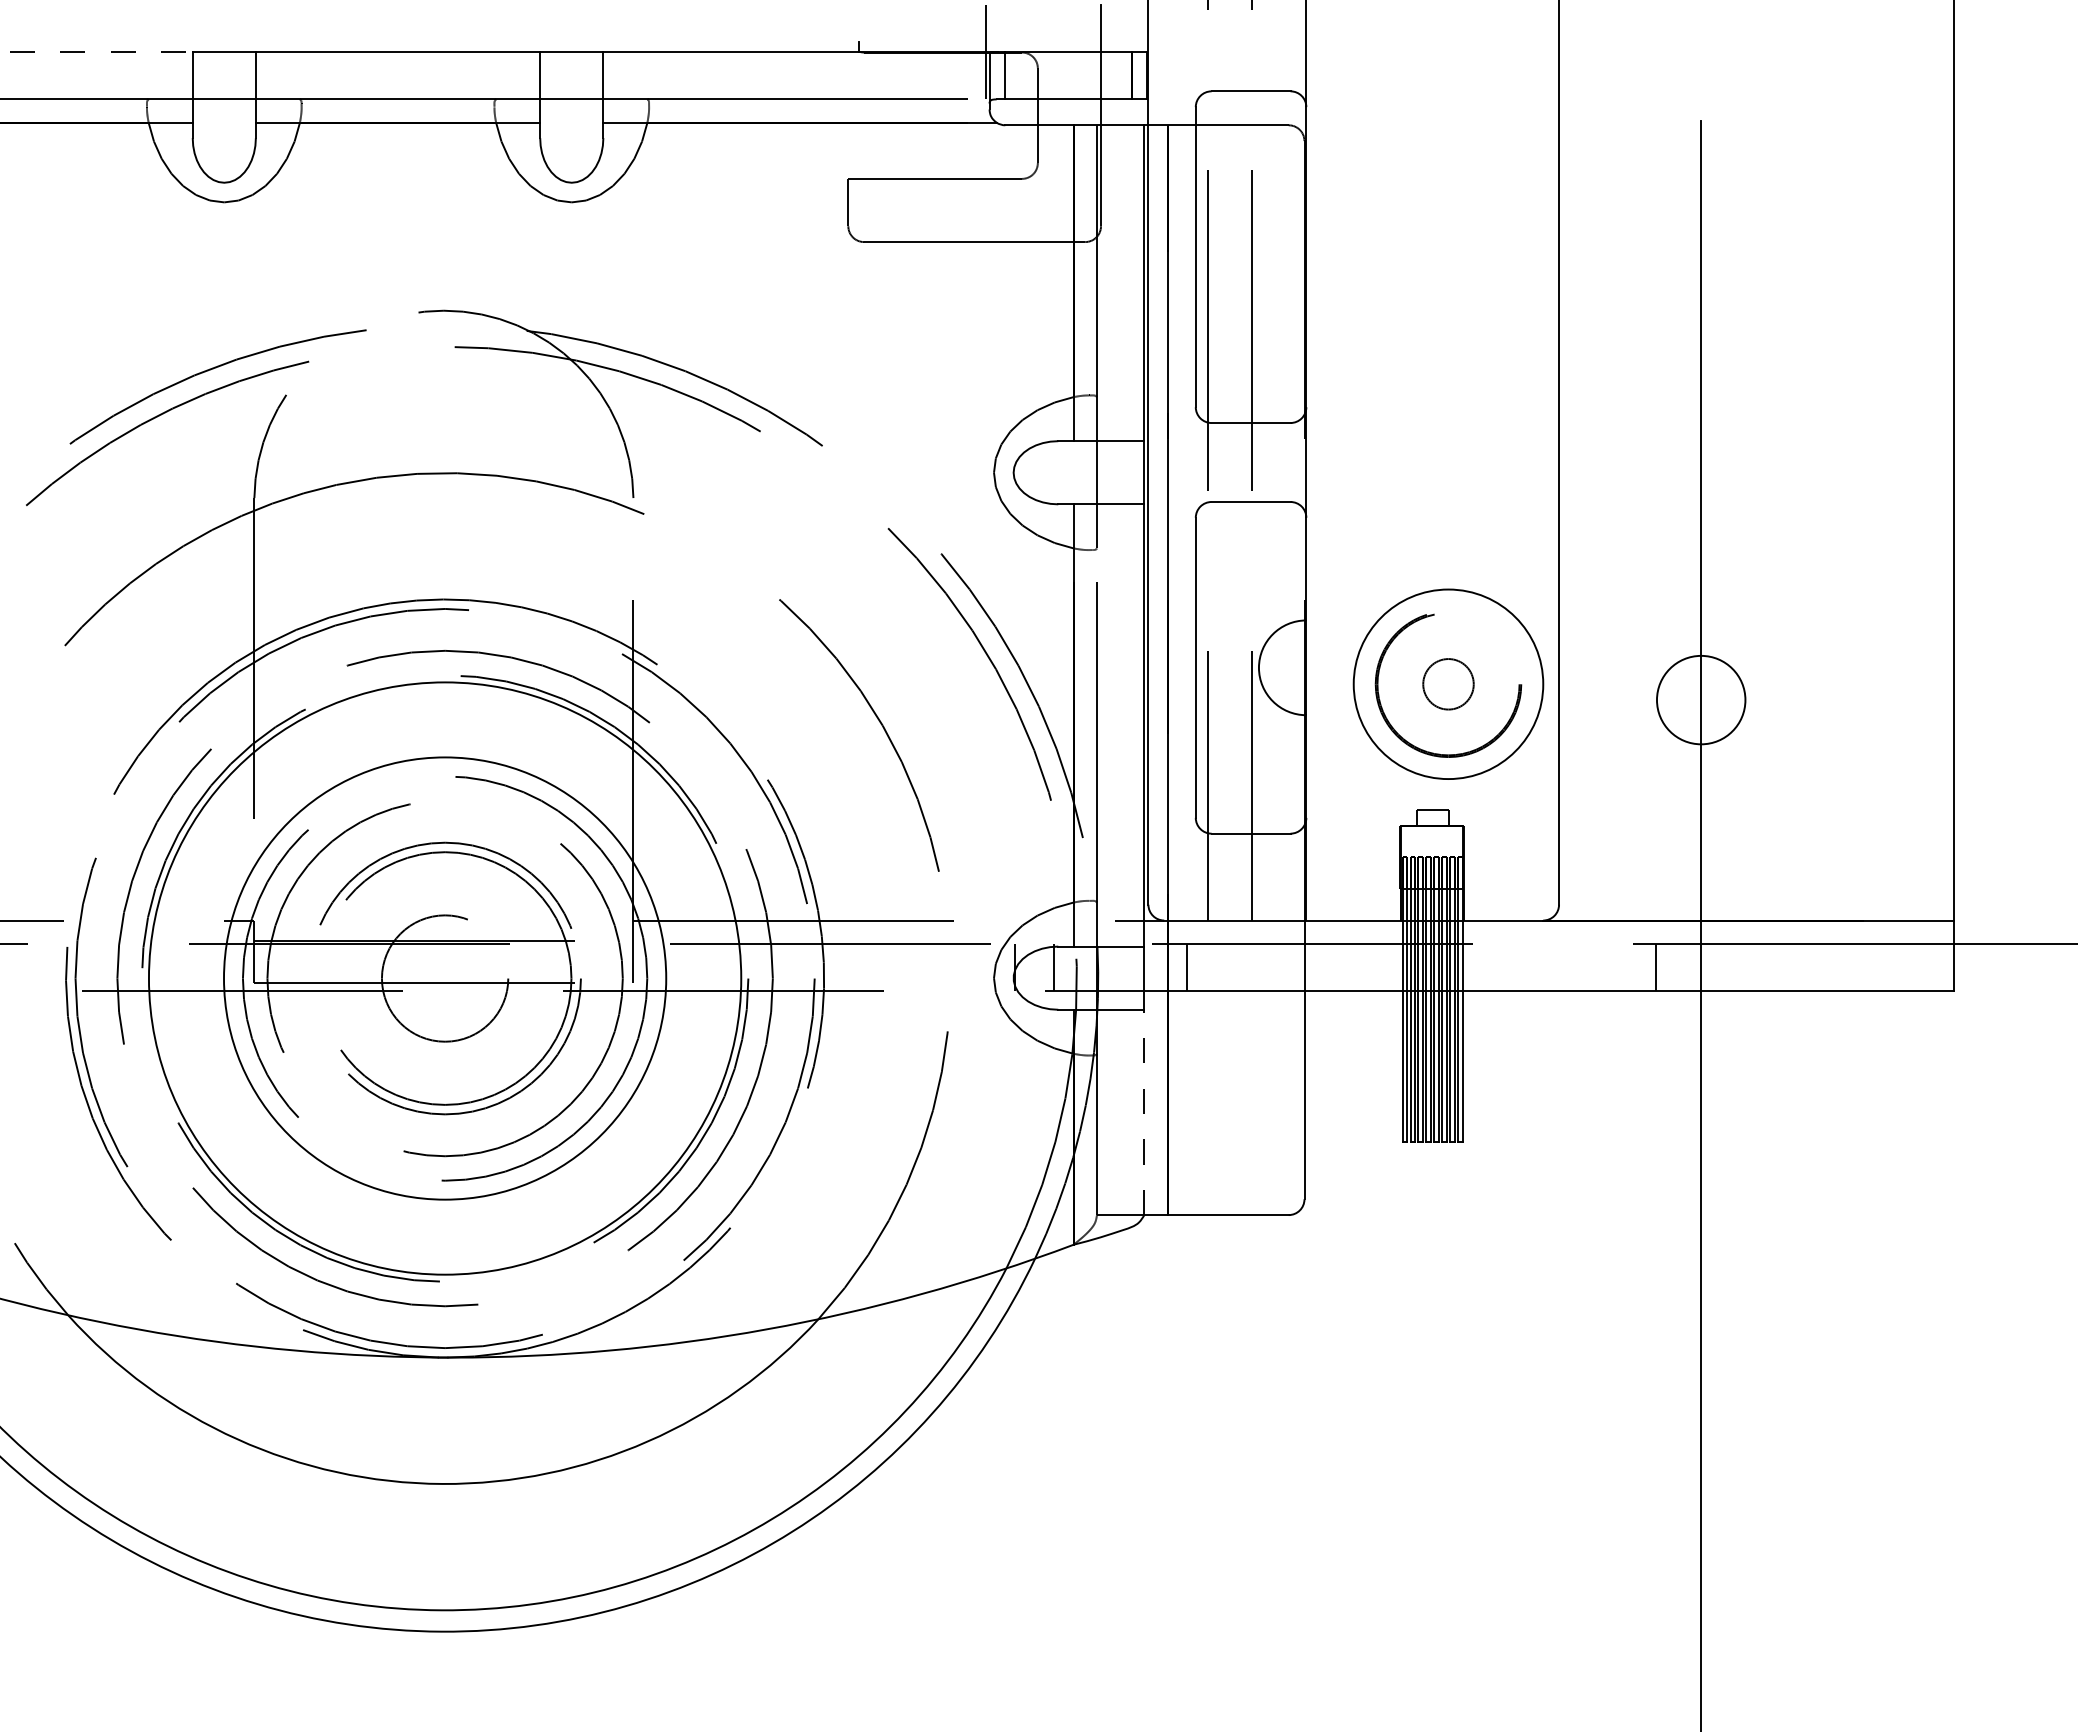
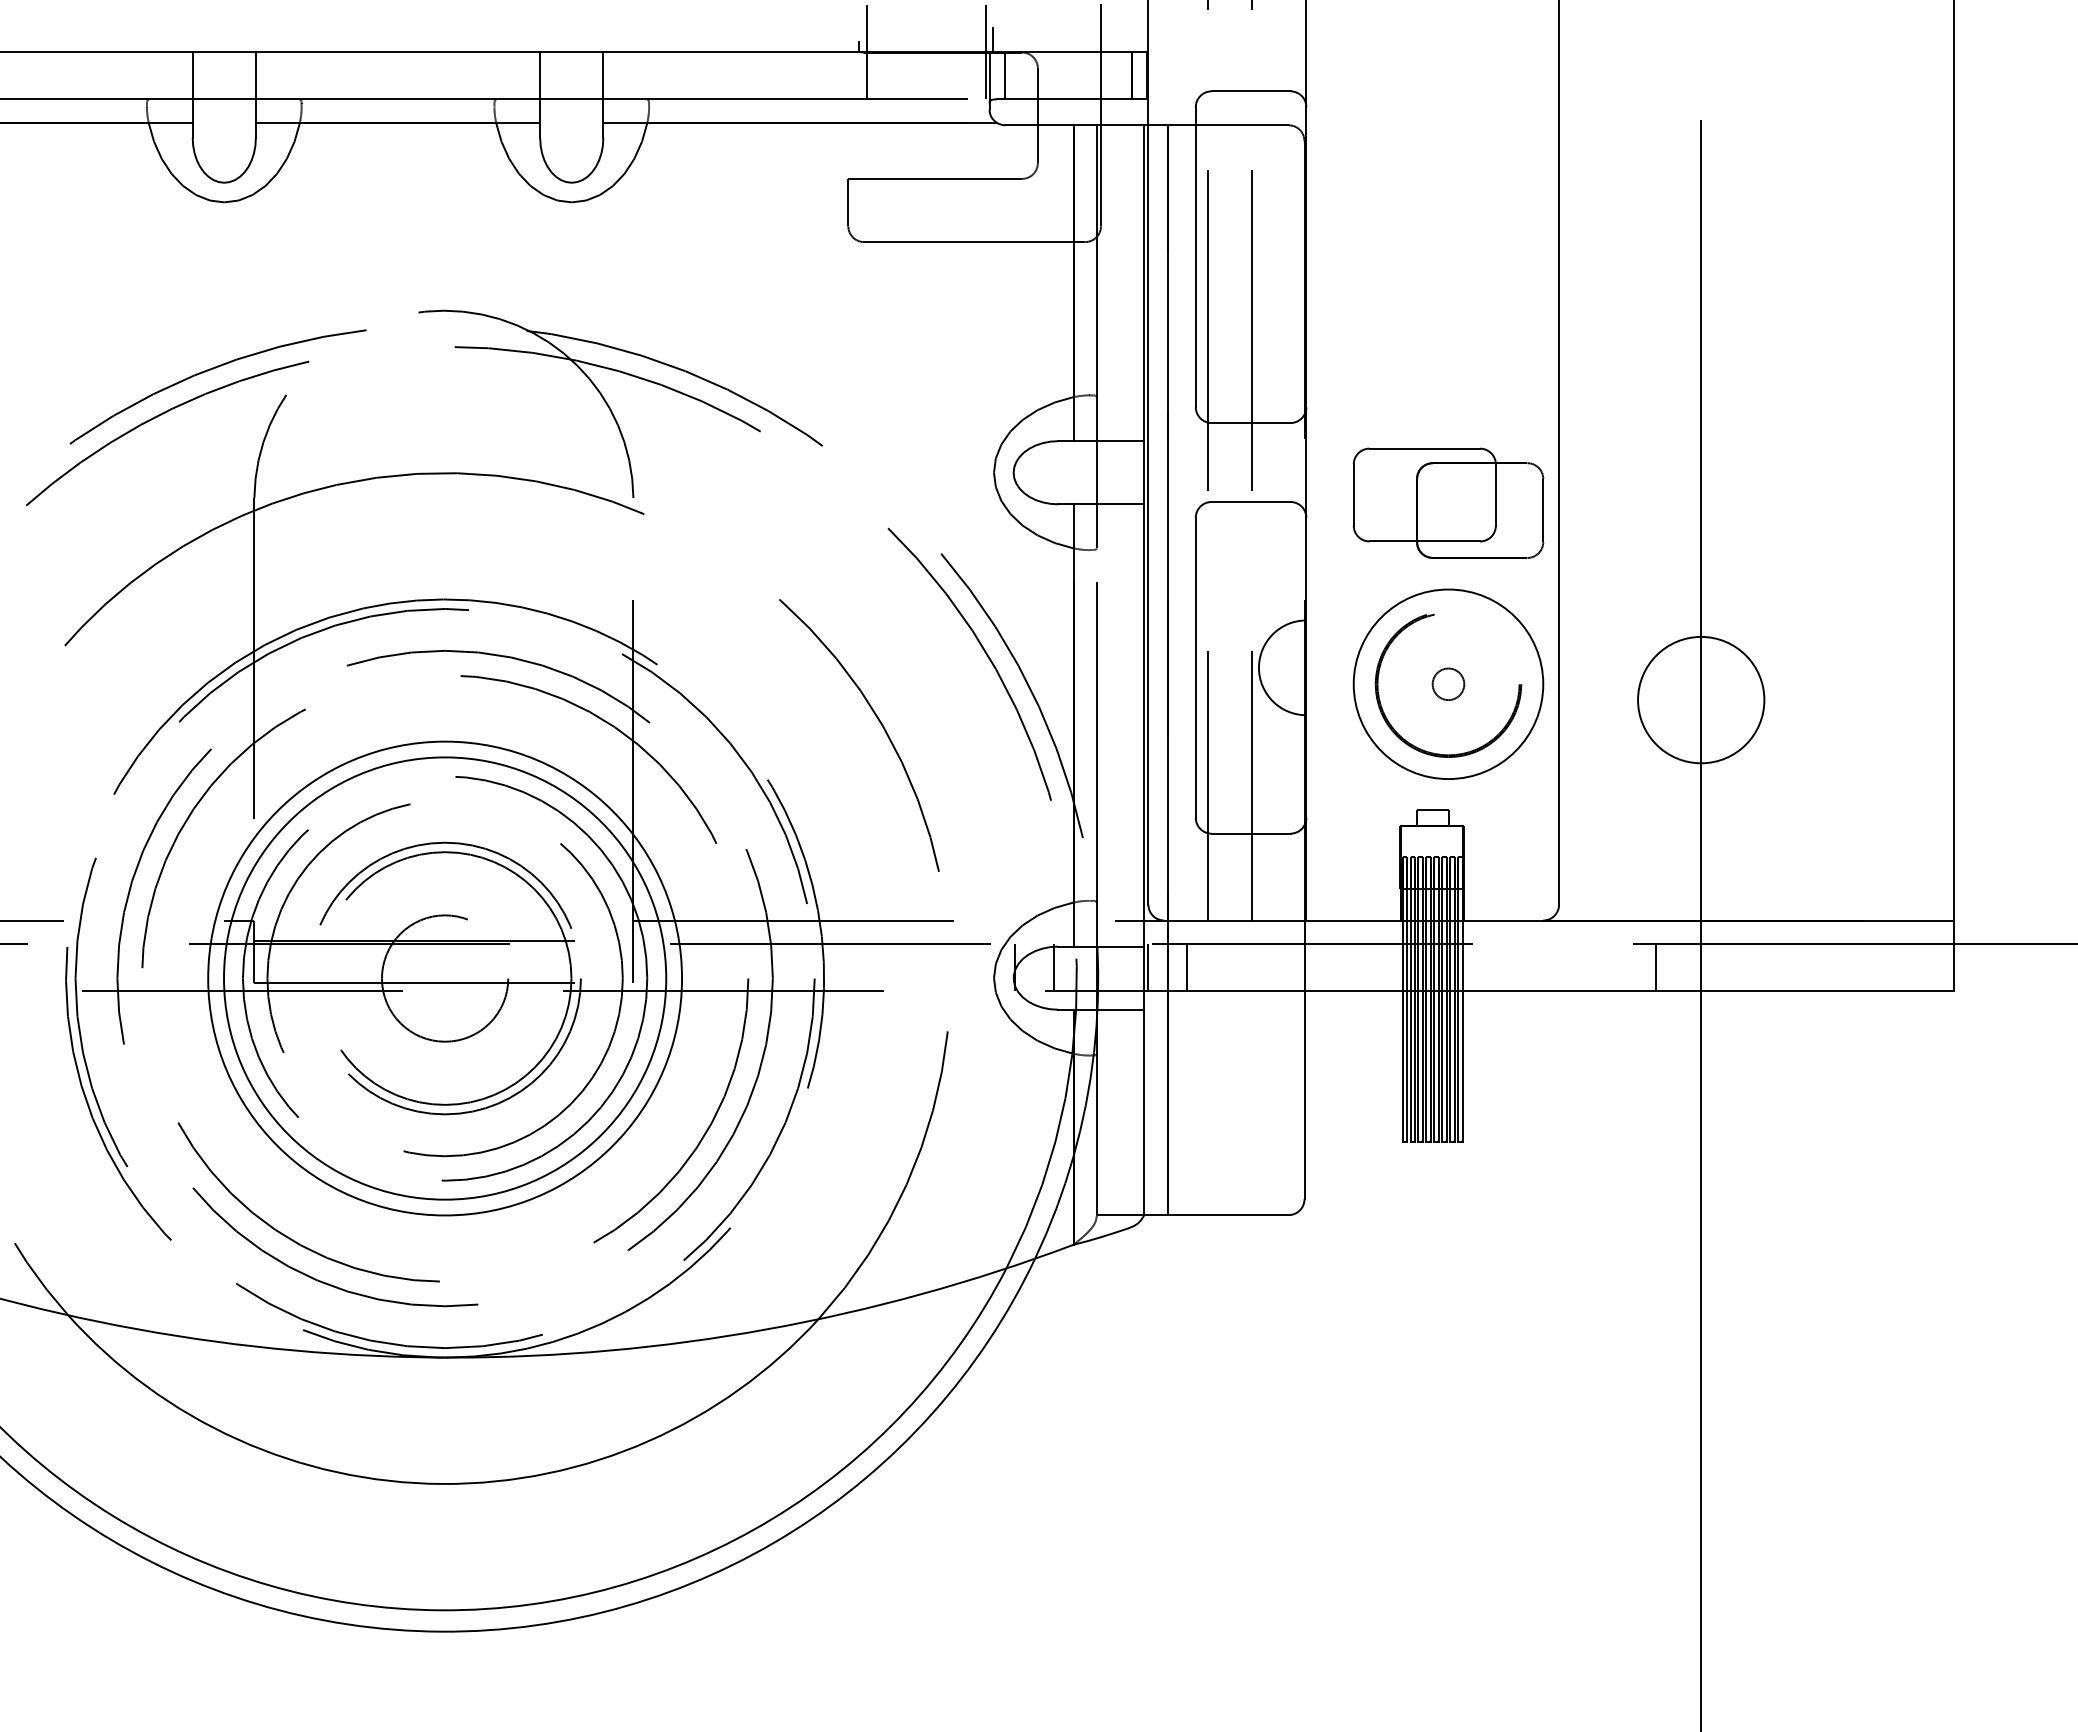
line at (993, 39): none -> present
line at (867, 51): none -> present
line at (96, 52): dashed -> solid
part at (1448, 502): none -> present
circle at (1448, 684) diameter: 51 px -> 32 px
circle at (1700, 699) diameter: 88 px -> 126 px
line at (1148, 967): none -> present
circle at (444, 978) diameter: 592 px -> 474 px
line at (1144, 1112): dashed -> solid
